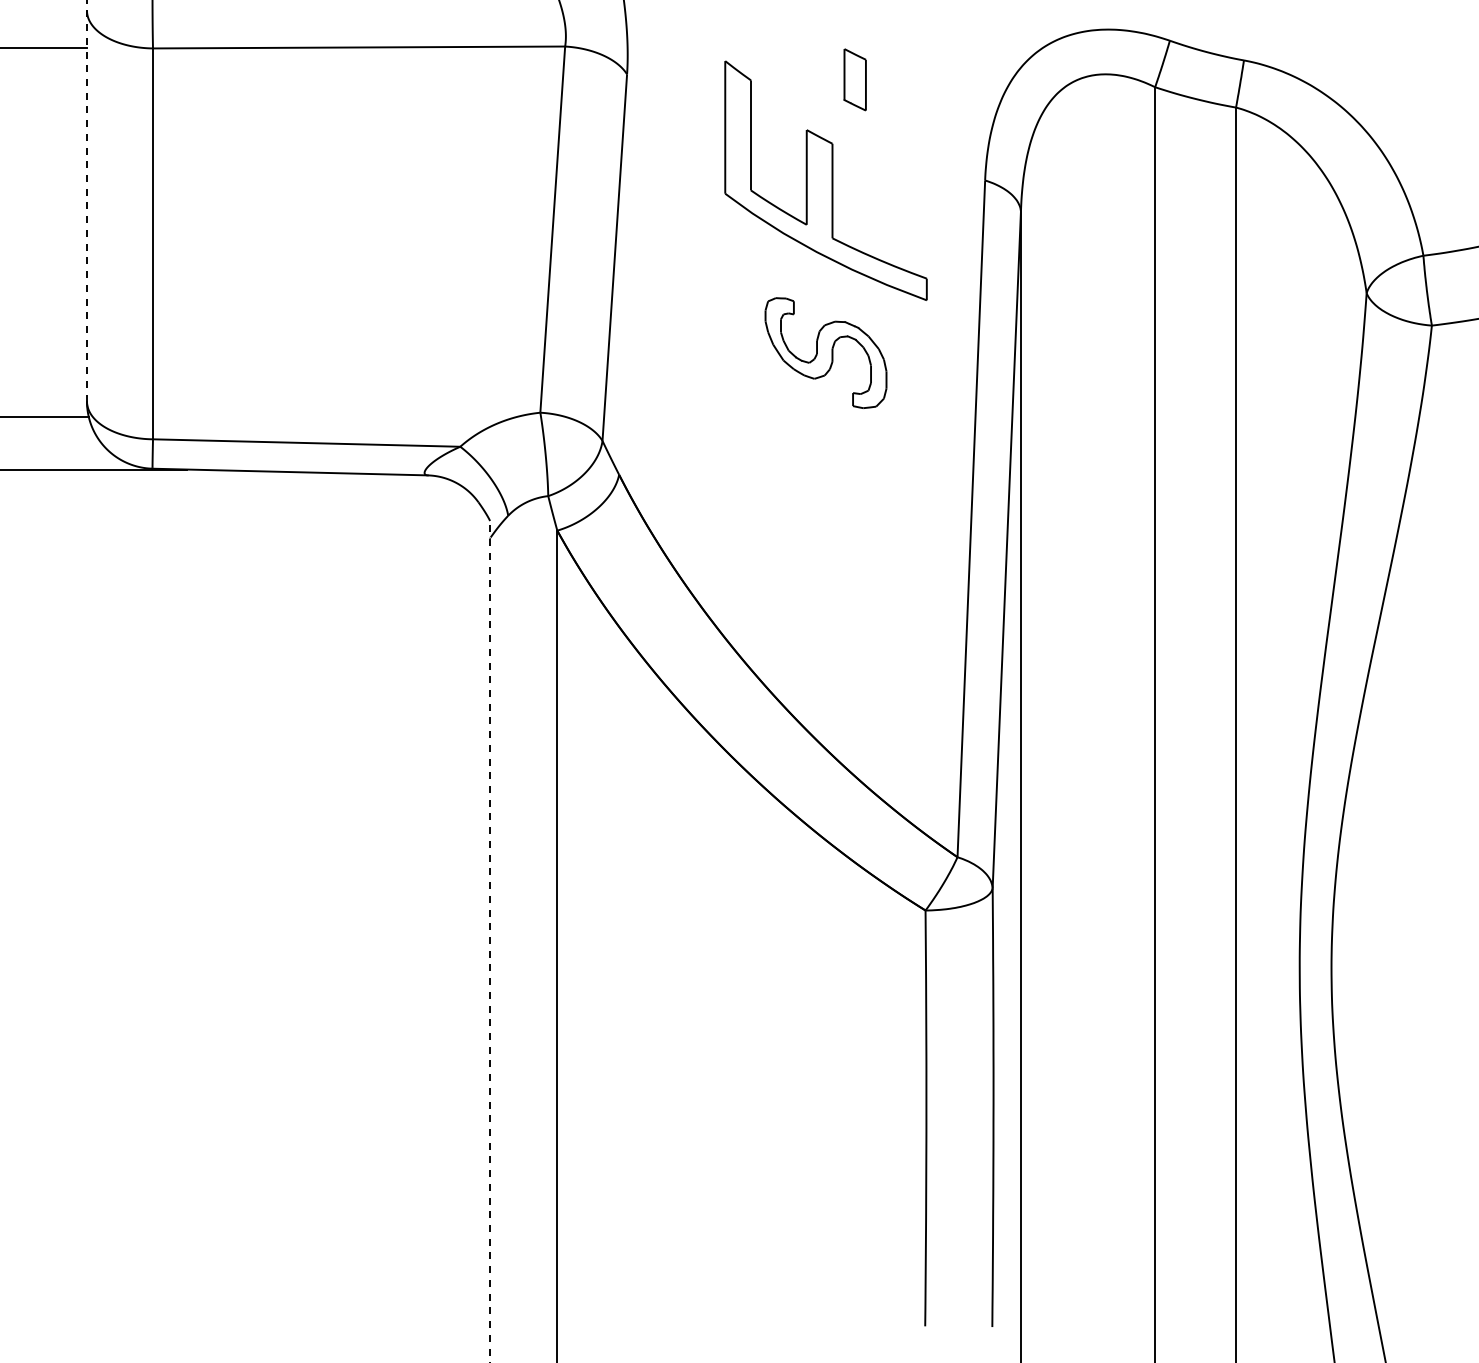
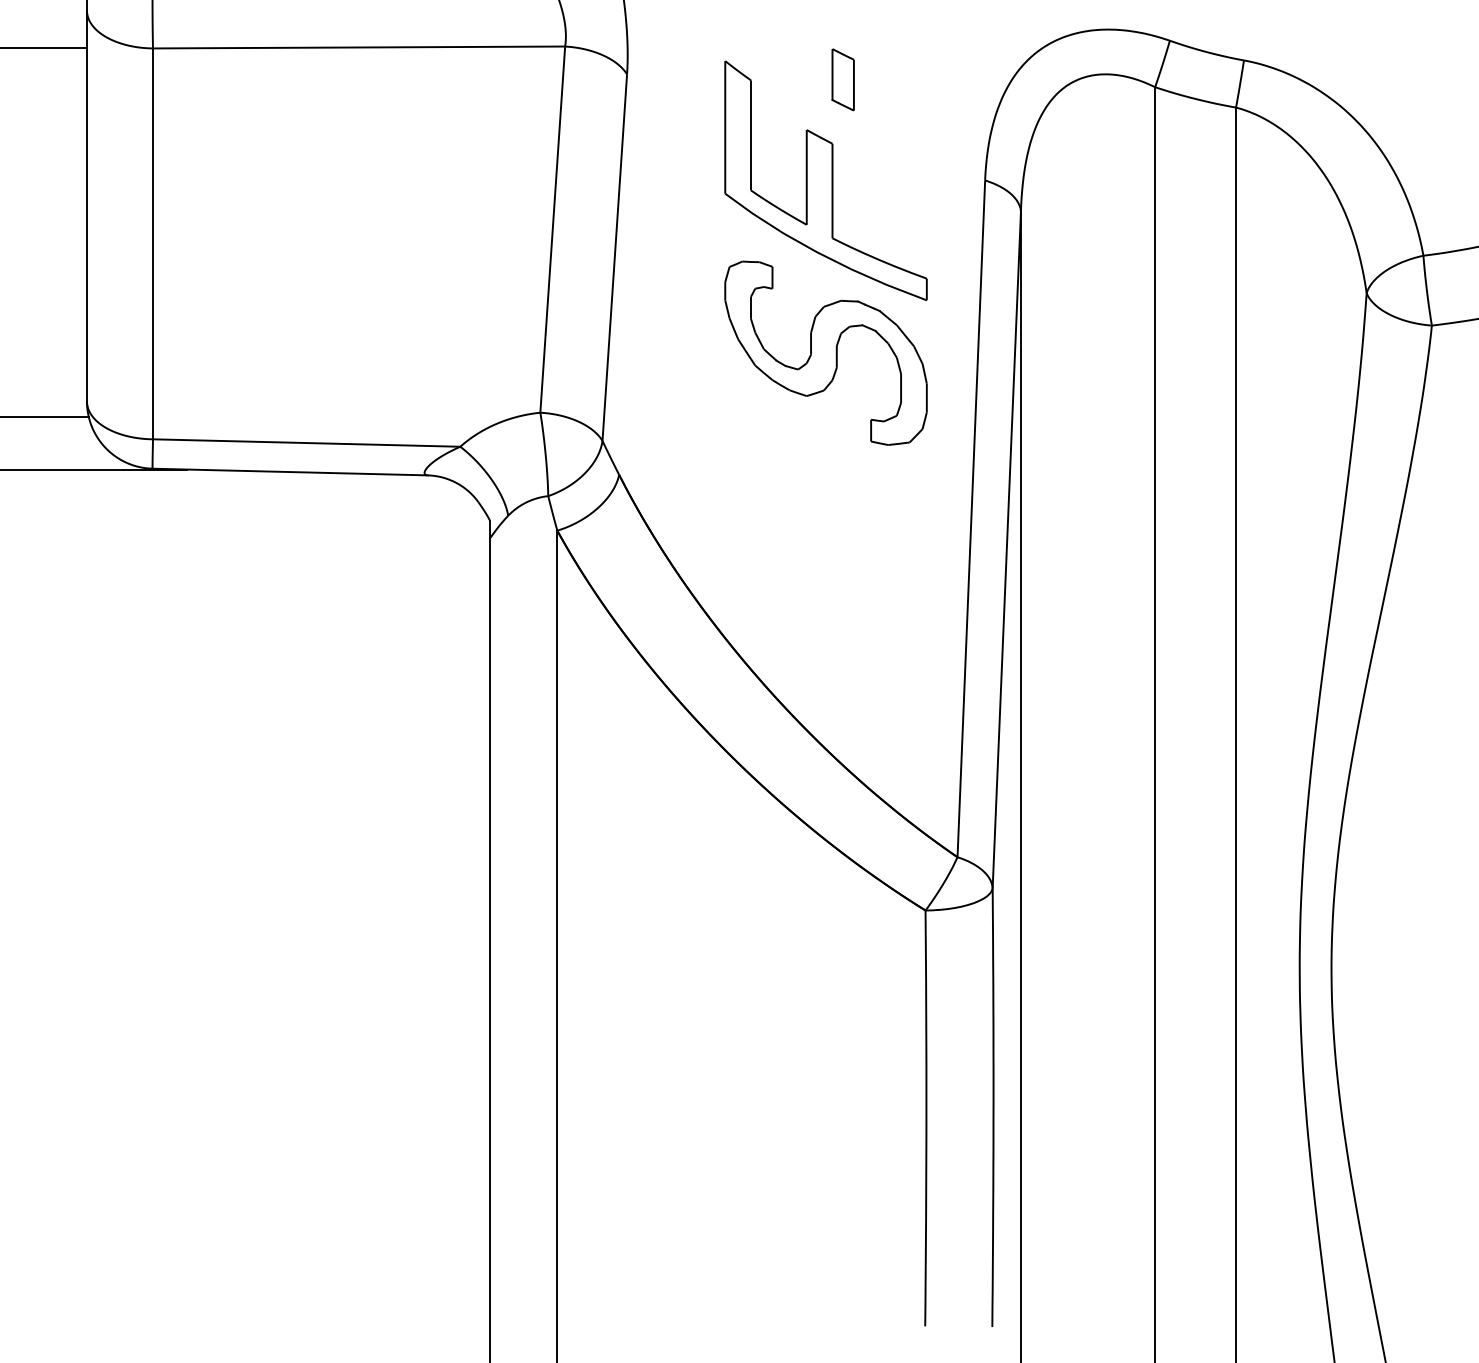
part at (854, 79) position: (854, 79) -> (842, 79)
line at (87, 200): dashed -> solid
part at (825, 352) size: 124x112 px -> 204x186 px
line at (490, 941): dashed -> solid
